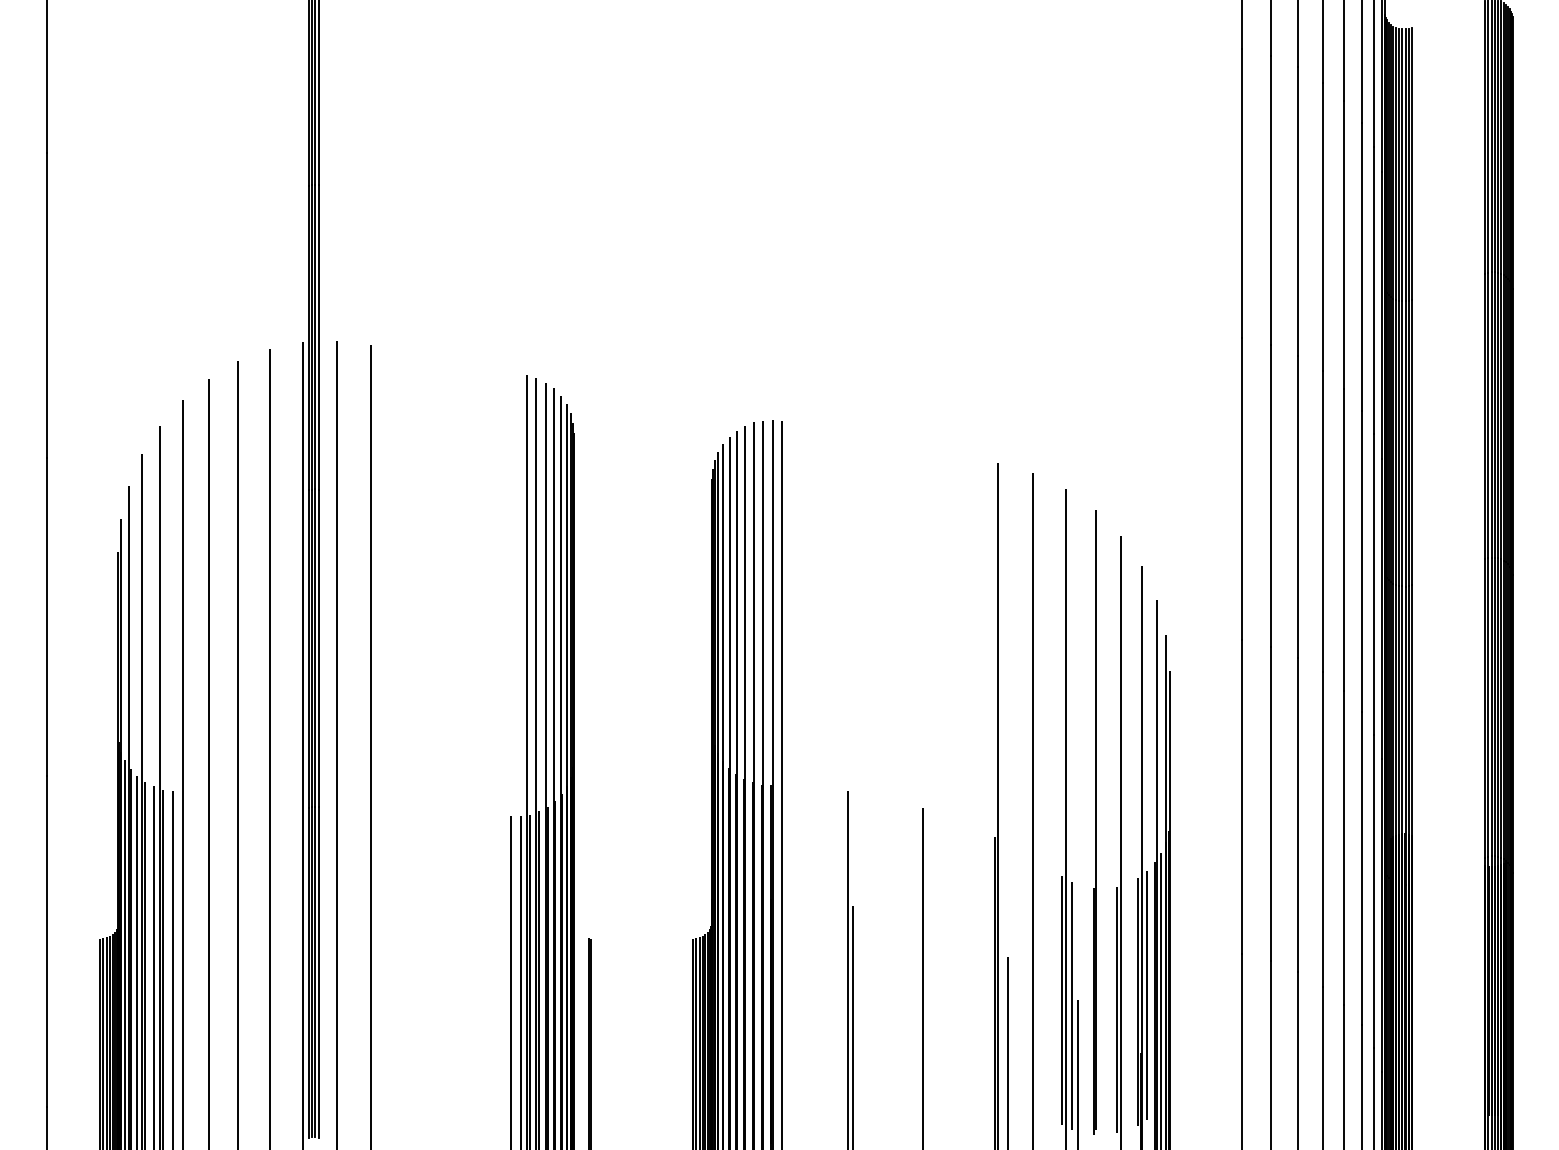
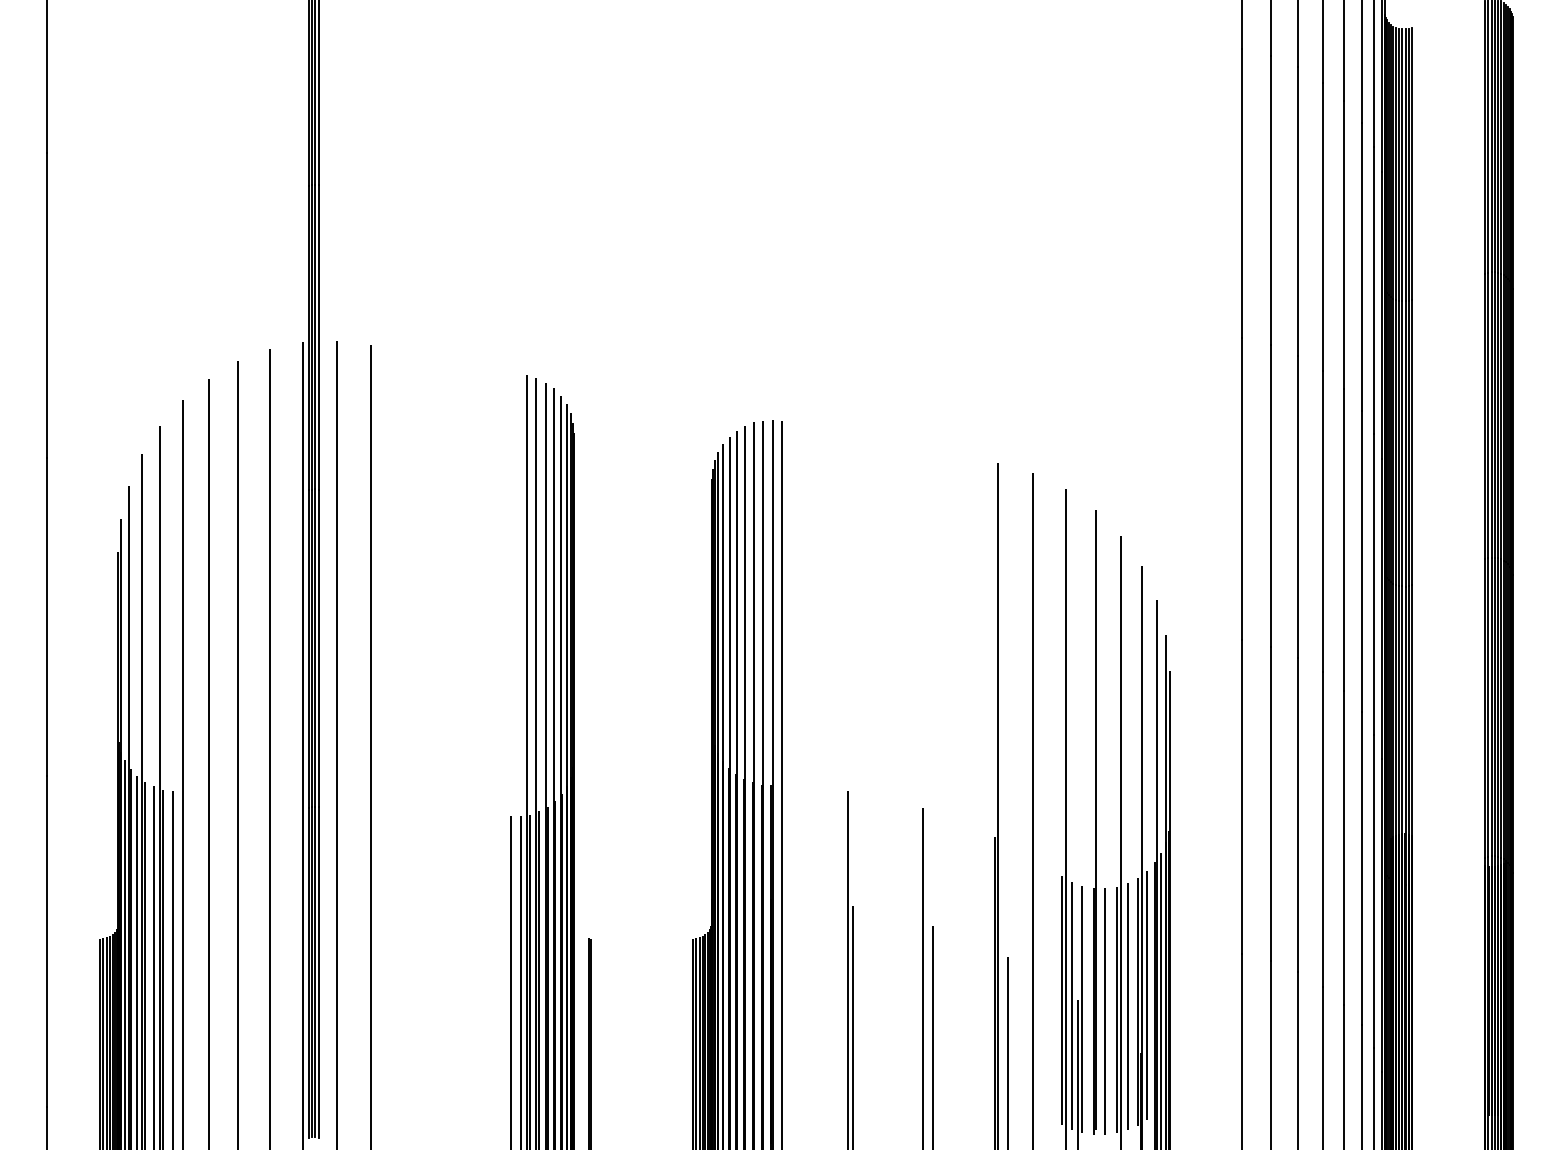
line at (1127, 1006): none -> present
line at (1082, 1008): none -> present
line at (1104, 1011): none -> present
line at (932, 1035): none -> present
